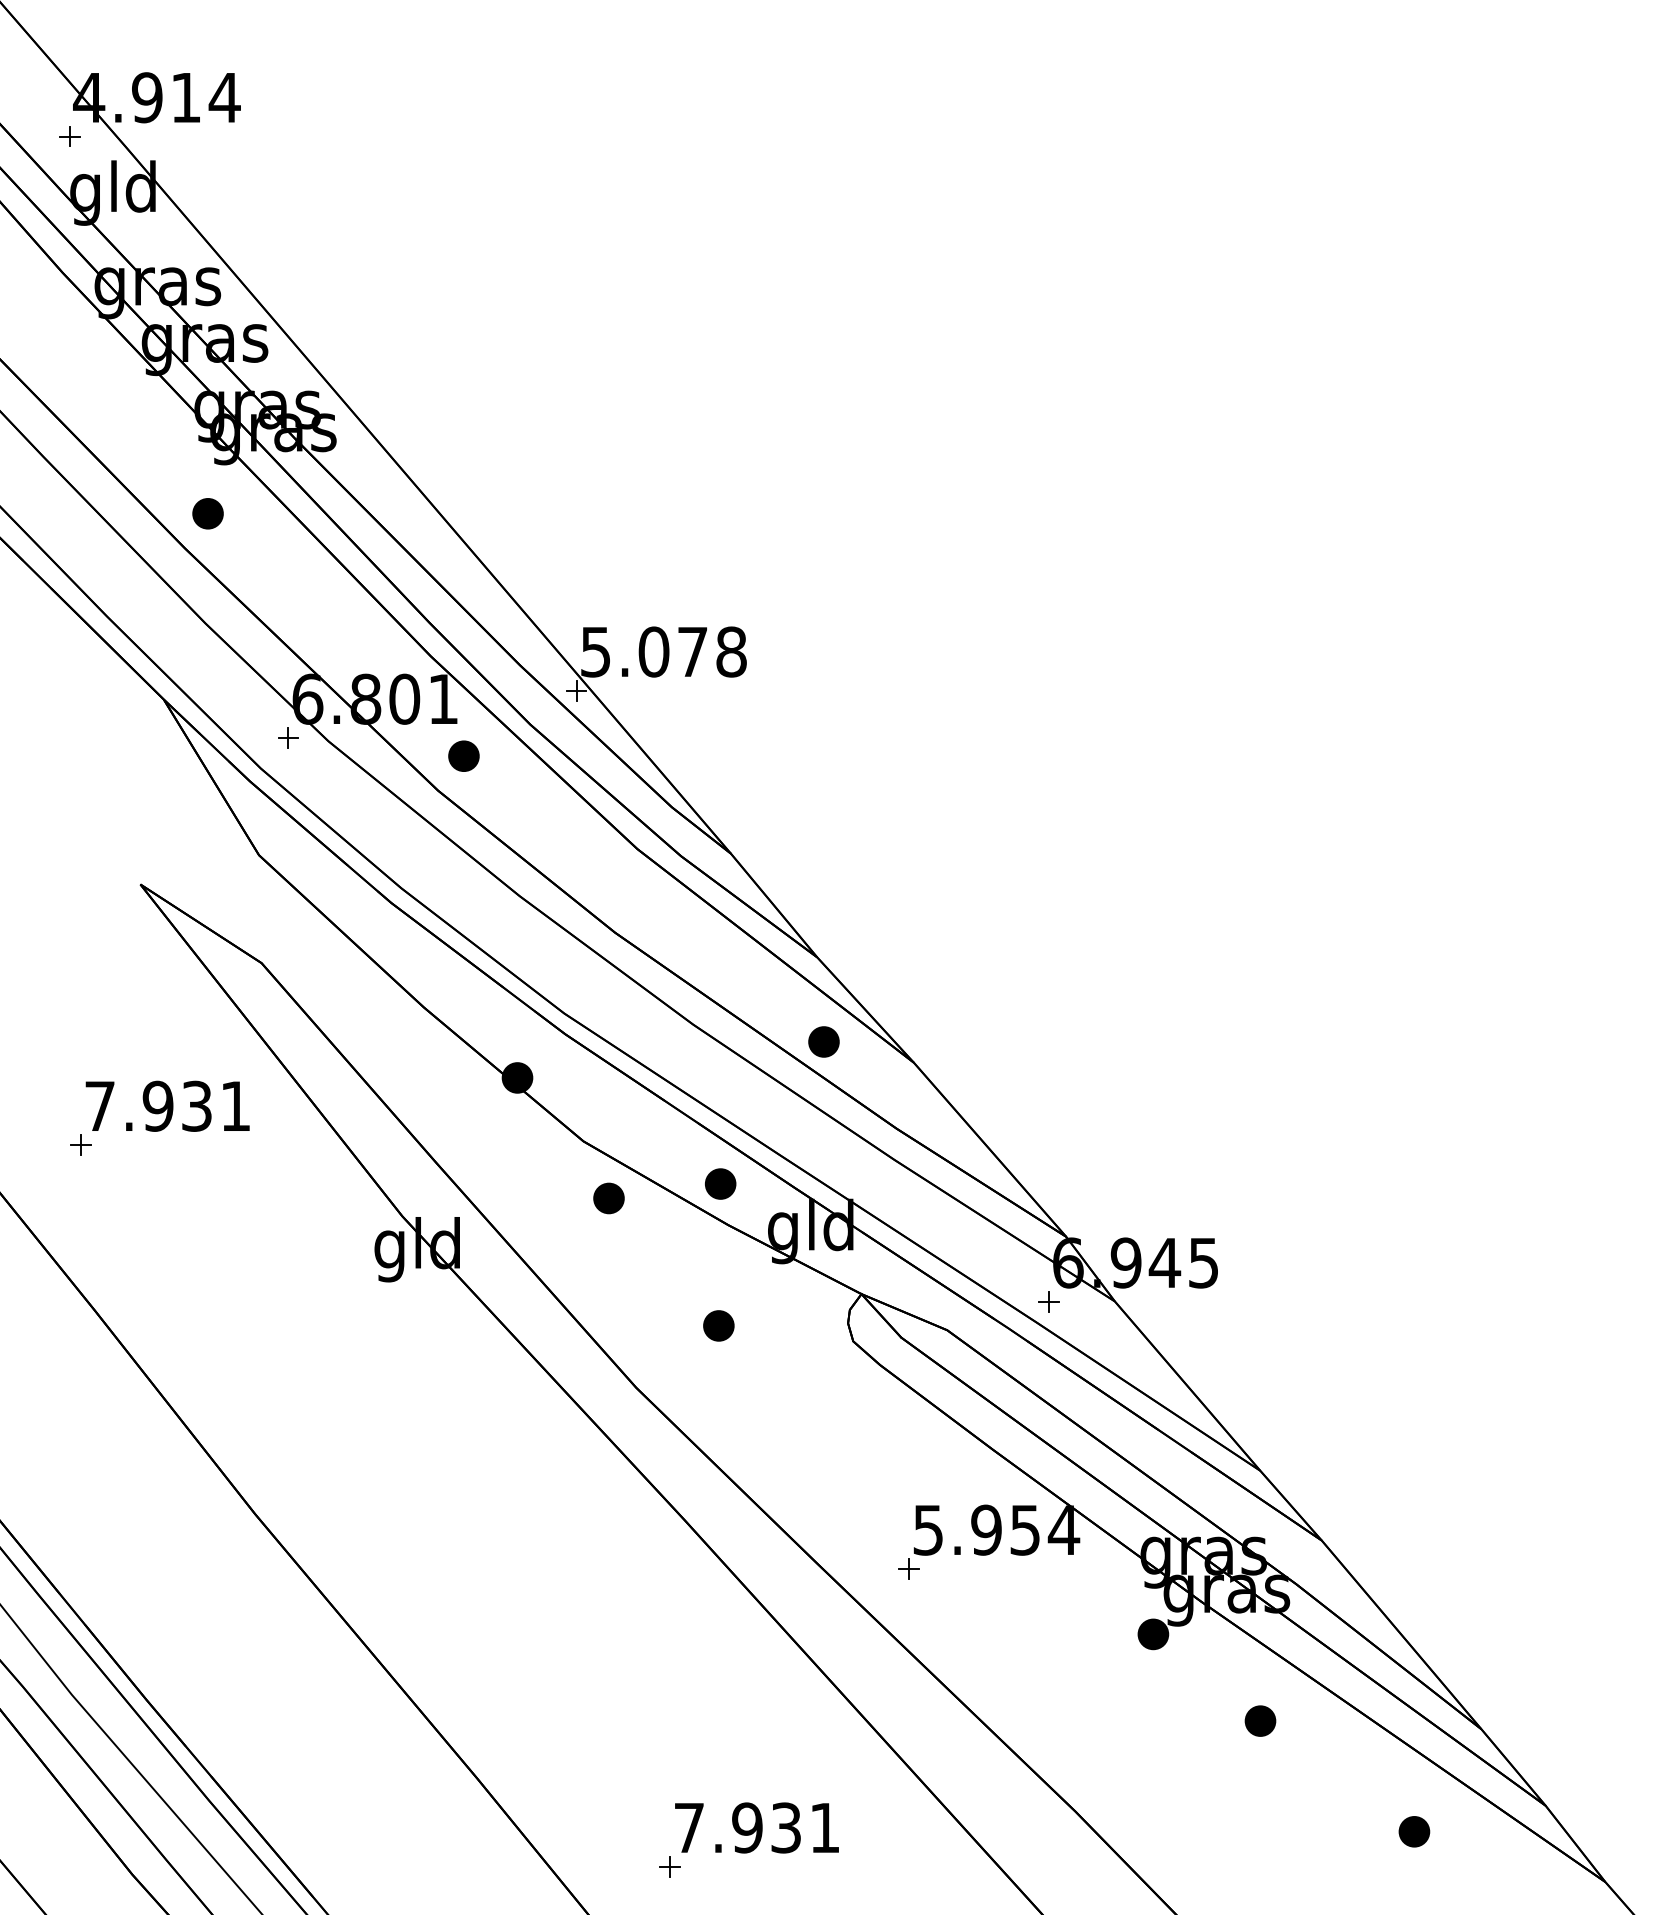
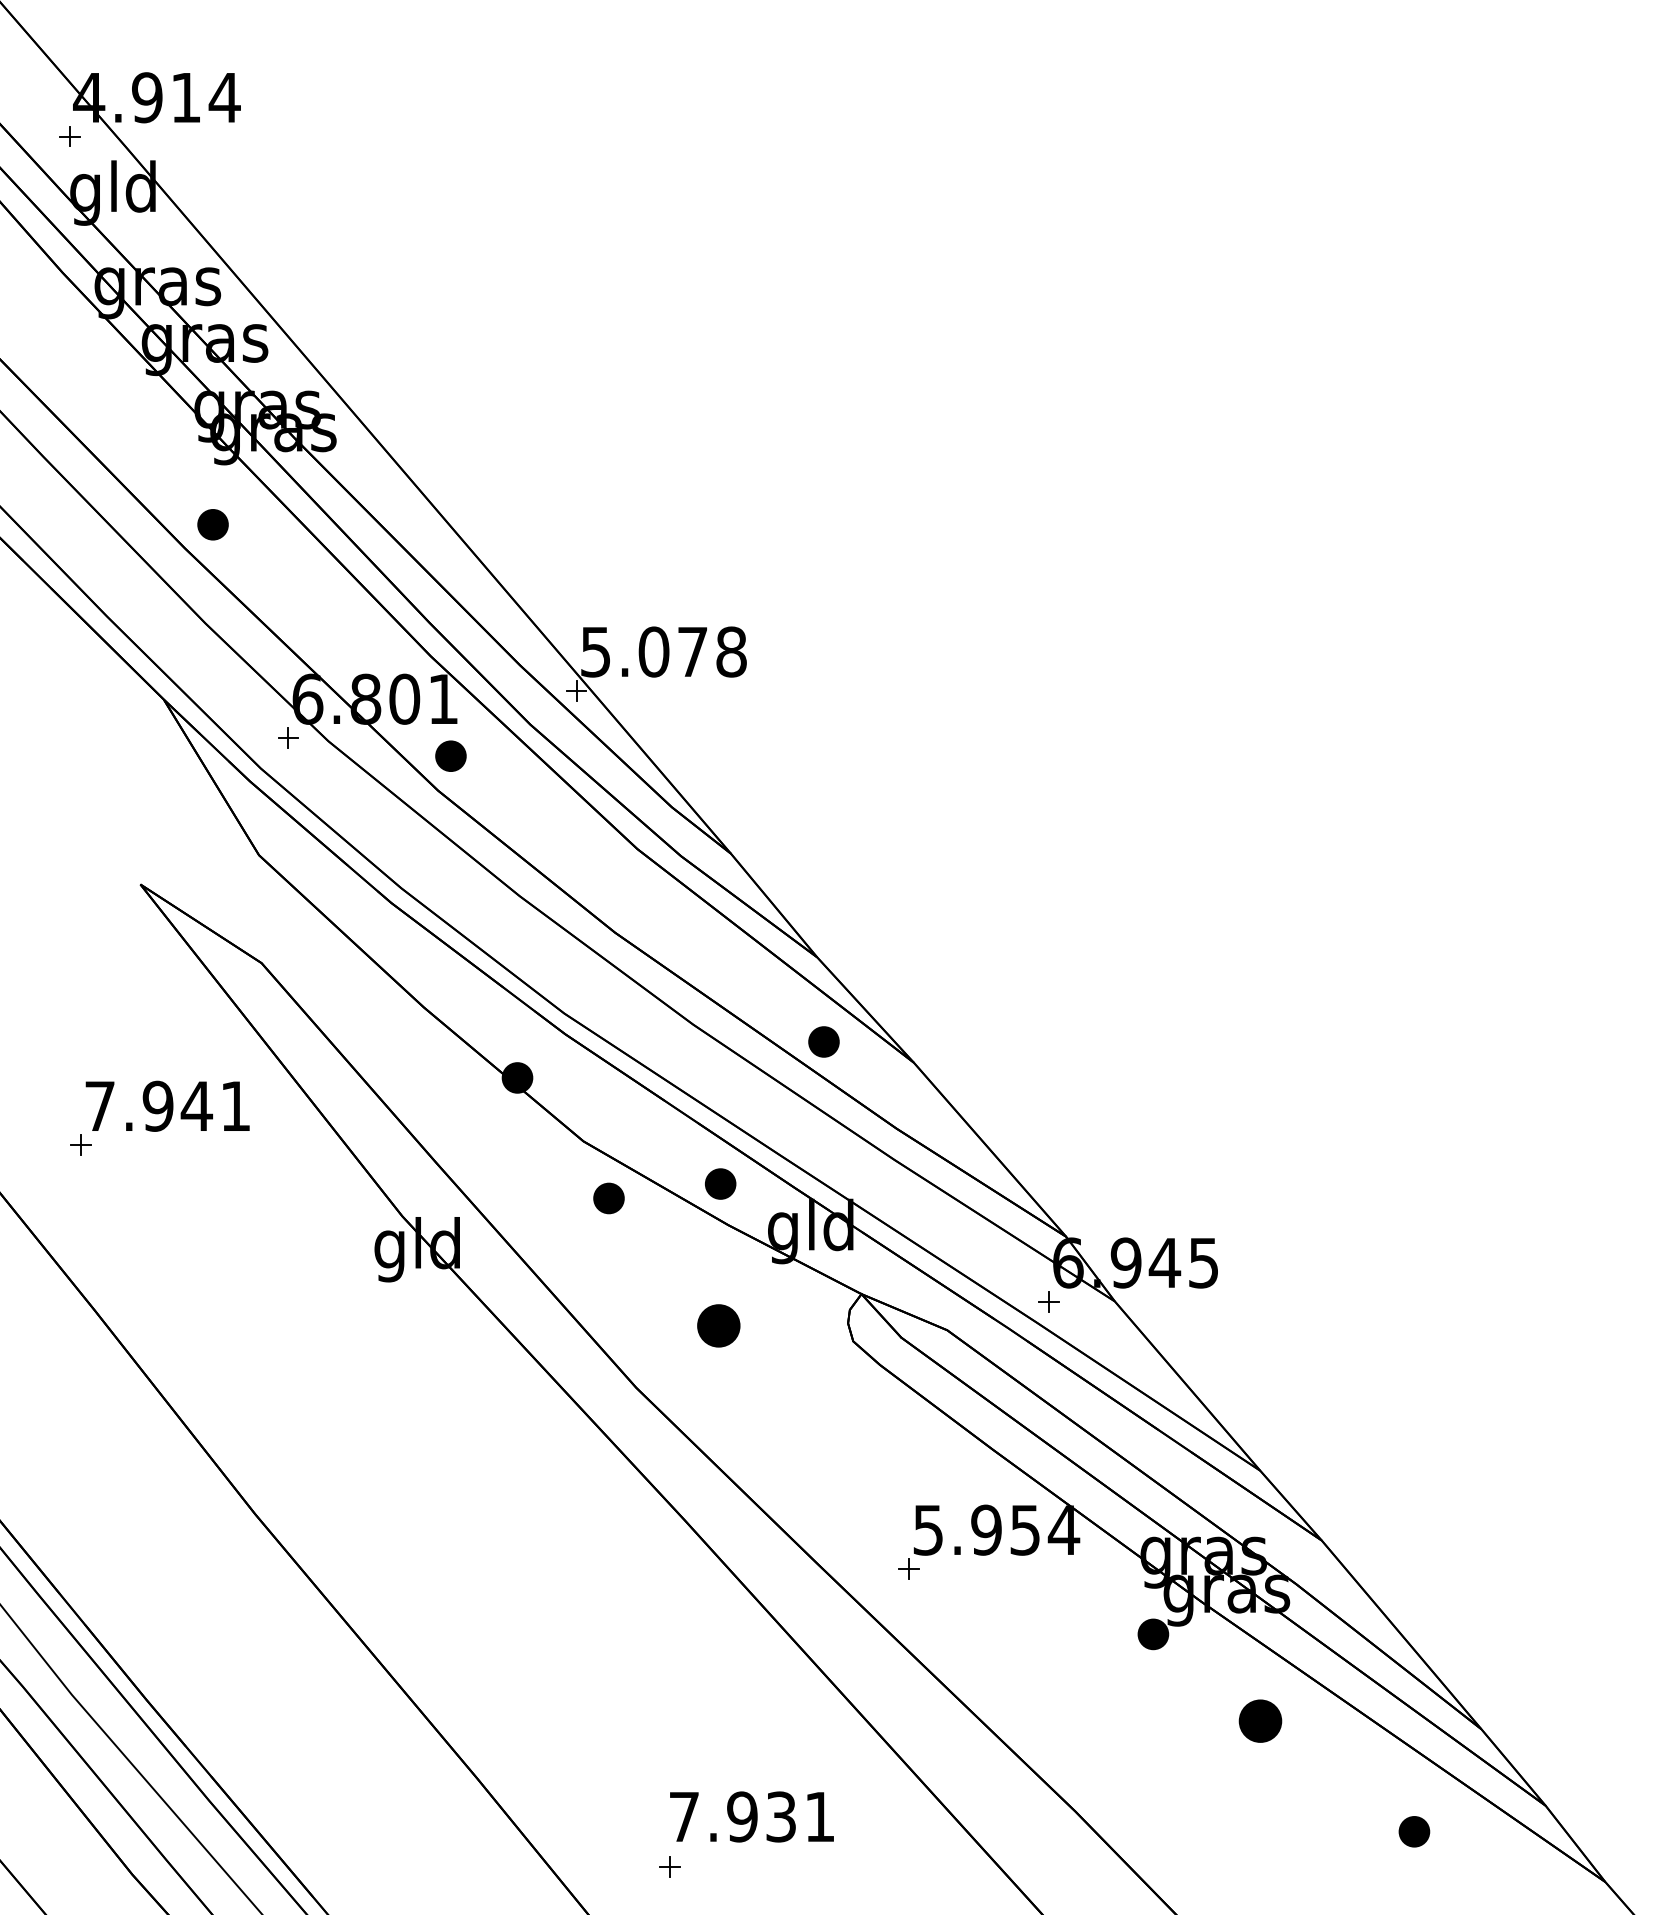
part at (207, 513) position: (207, 513) -> (212, 524)
part at (463, 755) position: (463, 755) -> (450, 755)
text at (196, 1105): 7.931 -> 7.941
part at (718, 1325) size: 32x32 px -> 44x44 px
part at (1260, 1720) size: 33x32 px -> 45x44 px
text at (756, 1827) position: (756, 1827) -> (751, 1816)
